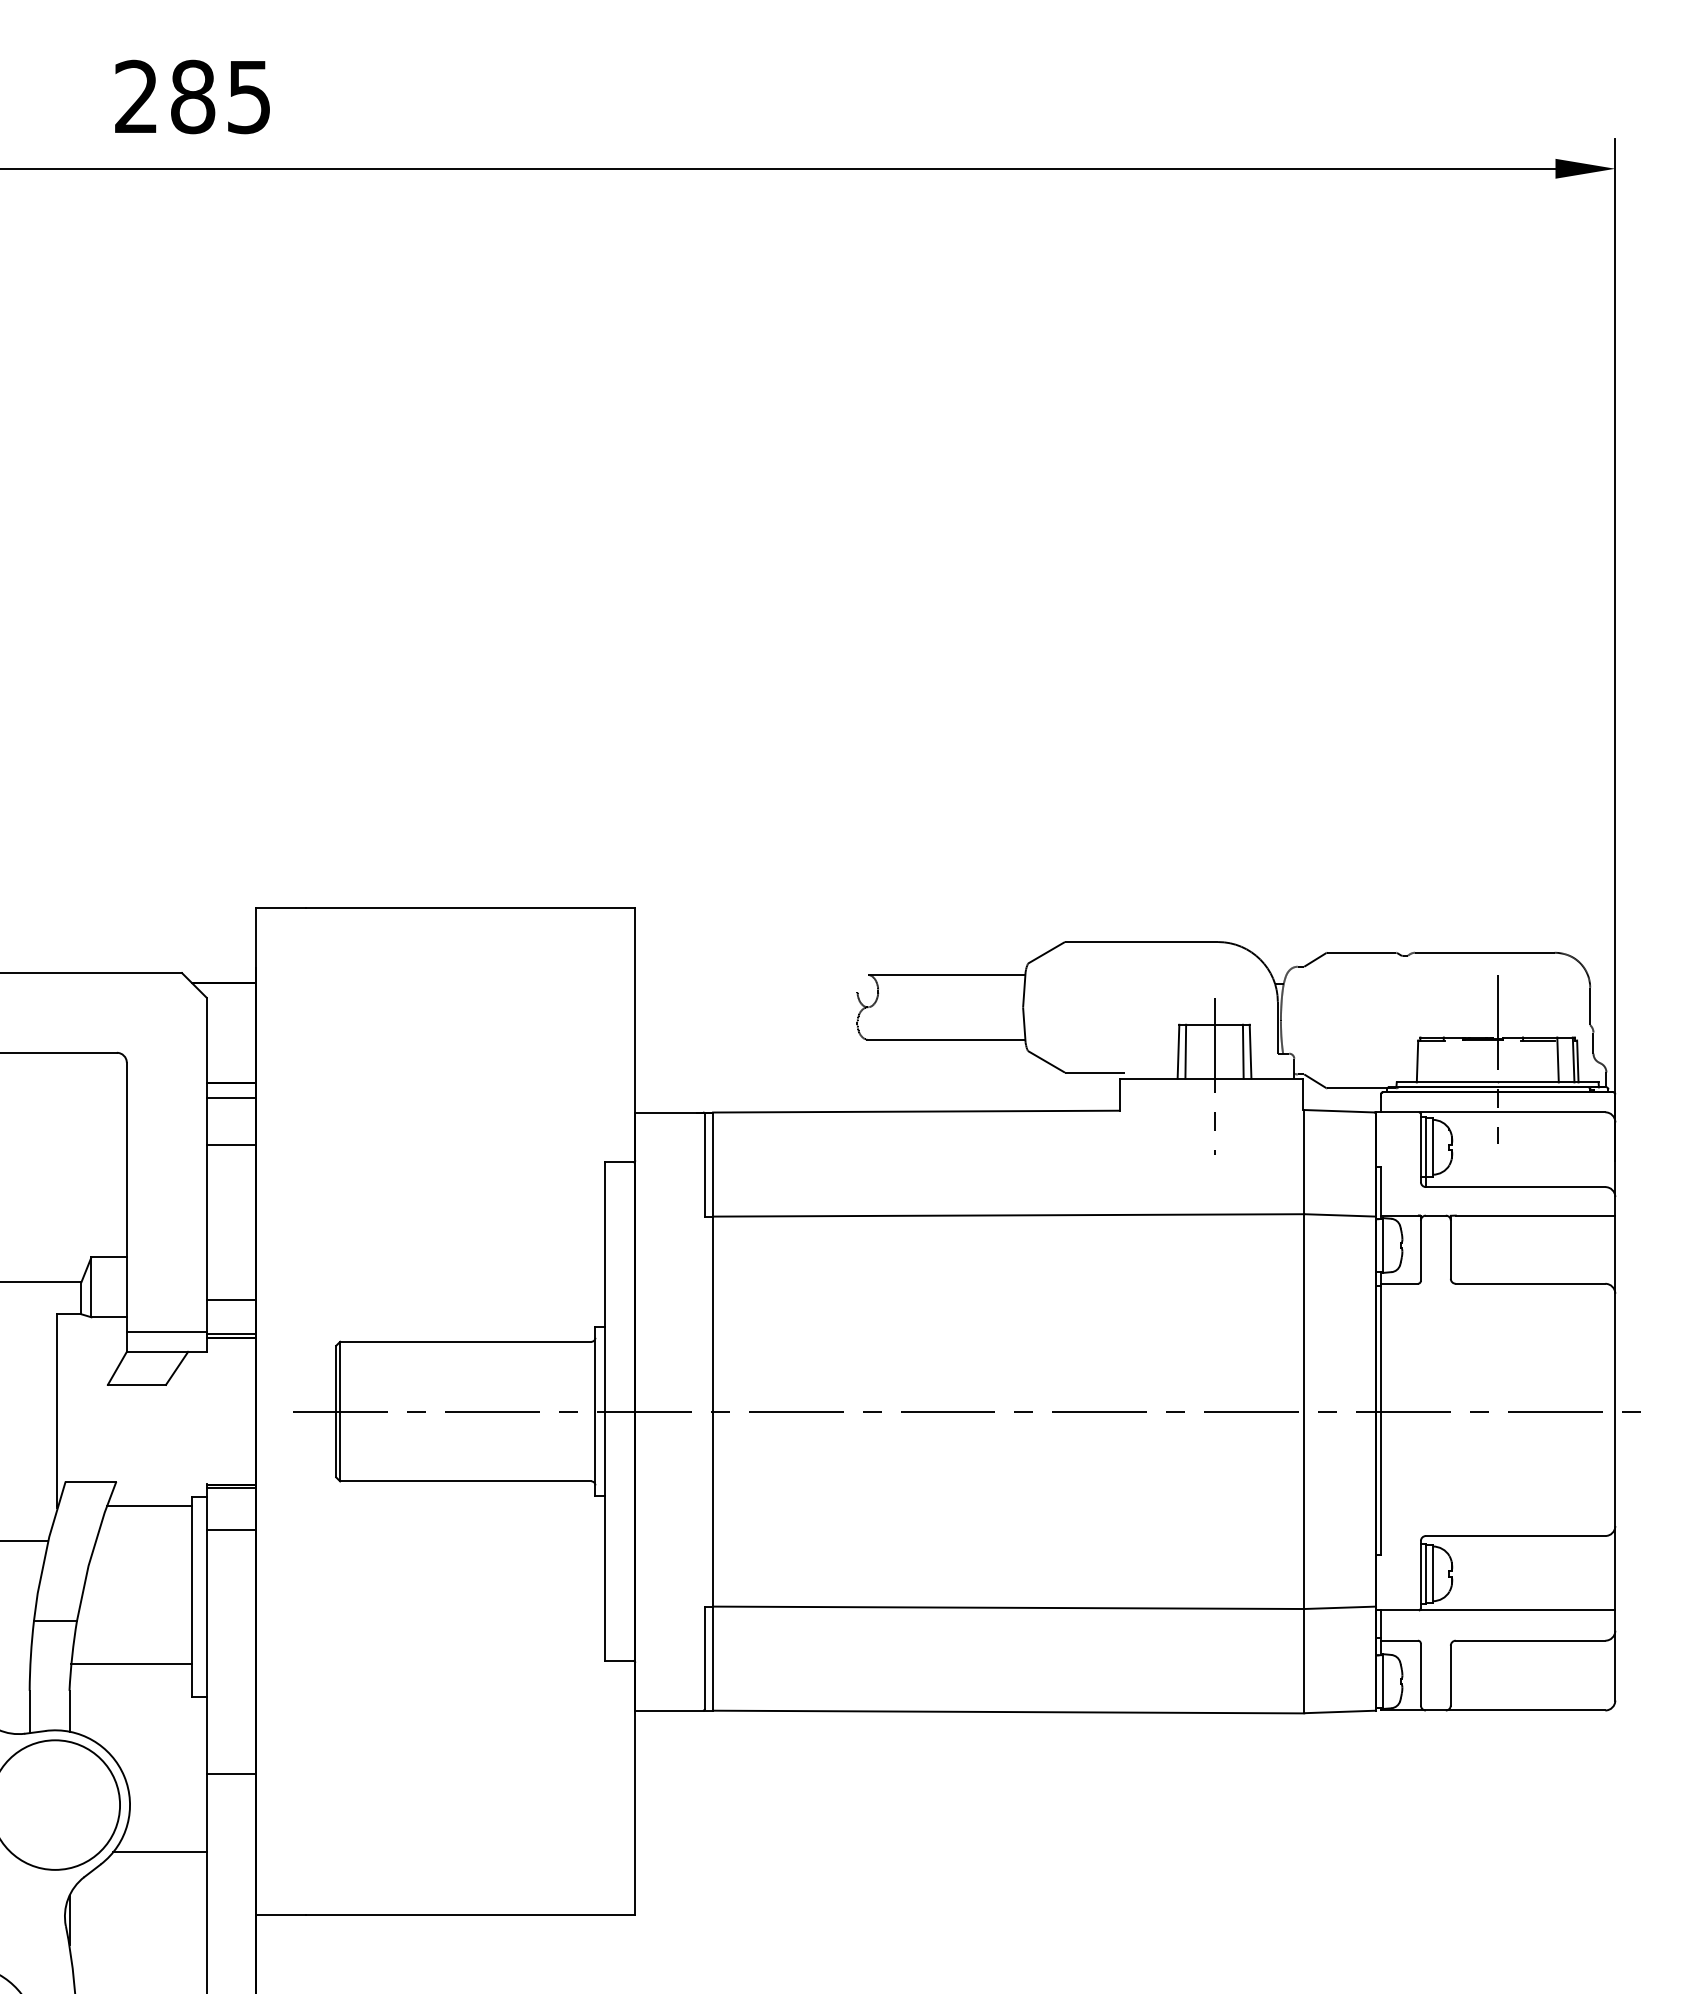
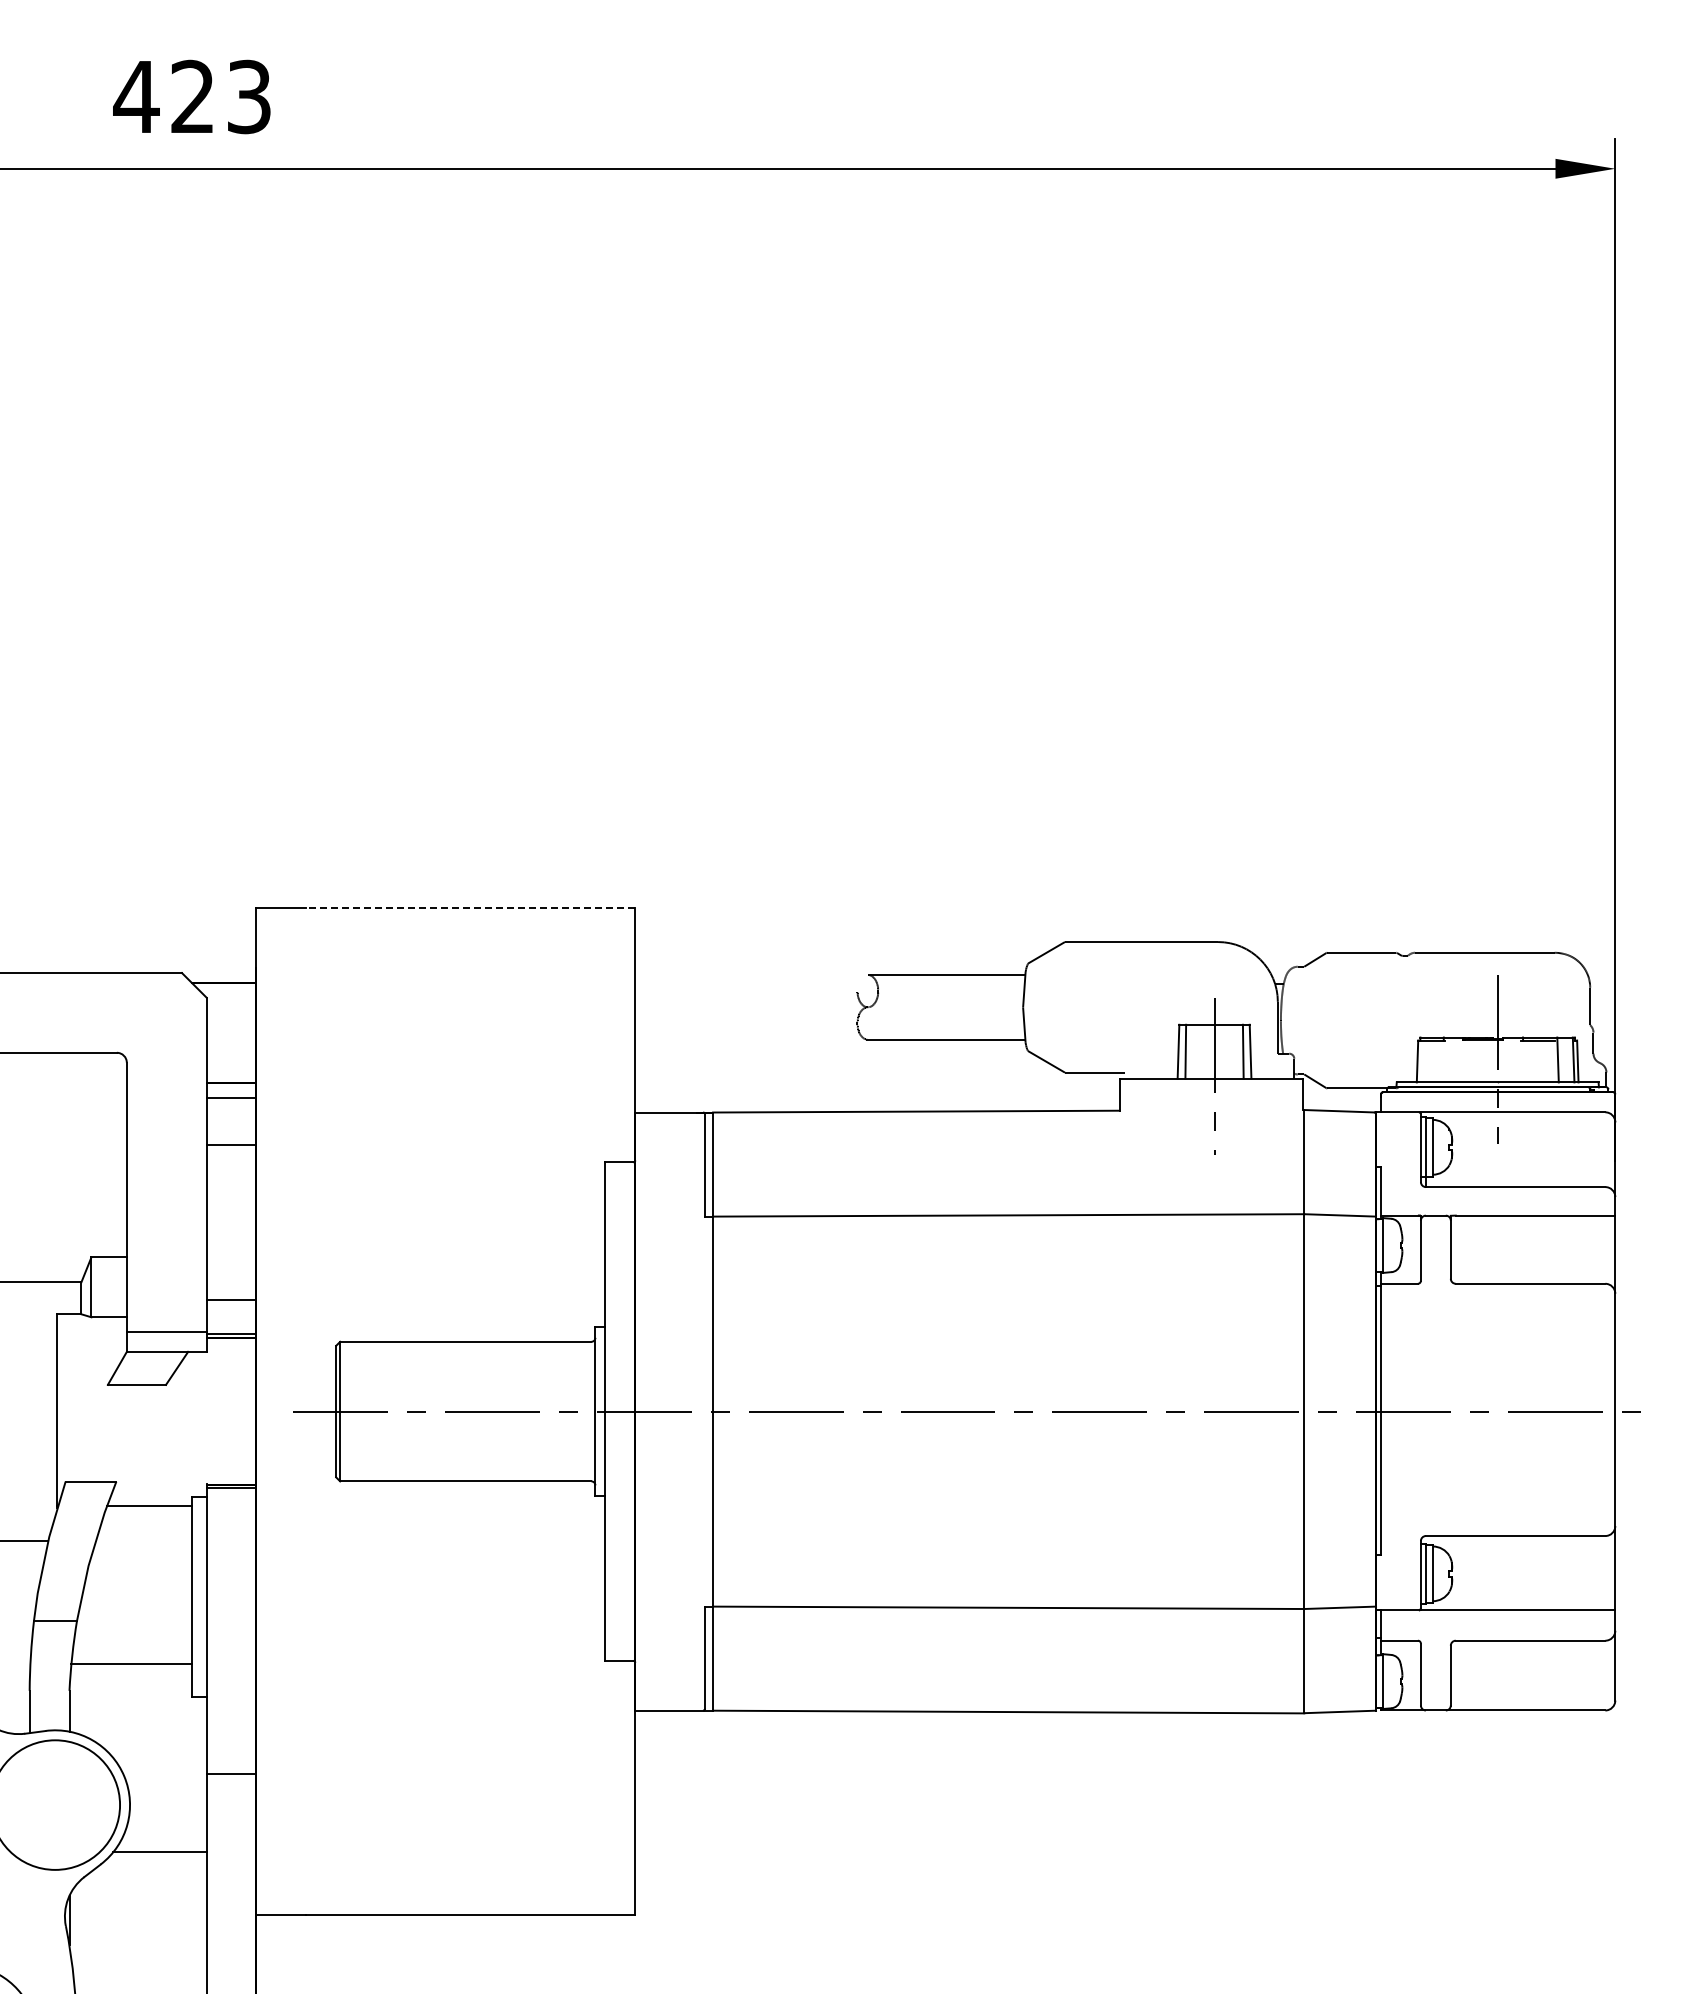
text at (191, 96): 285 -> 423
line at (470, 908): solid -> dashed
line at (231, 1529): present -> none
